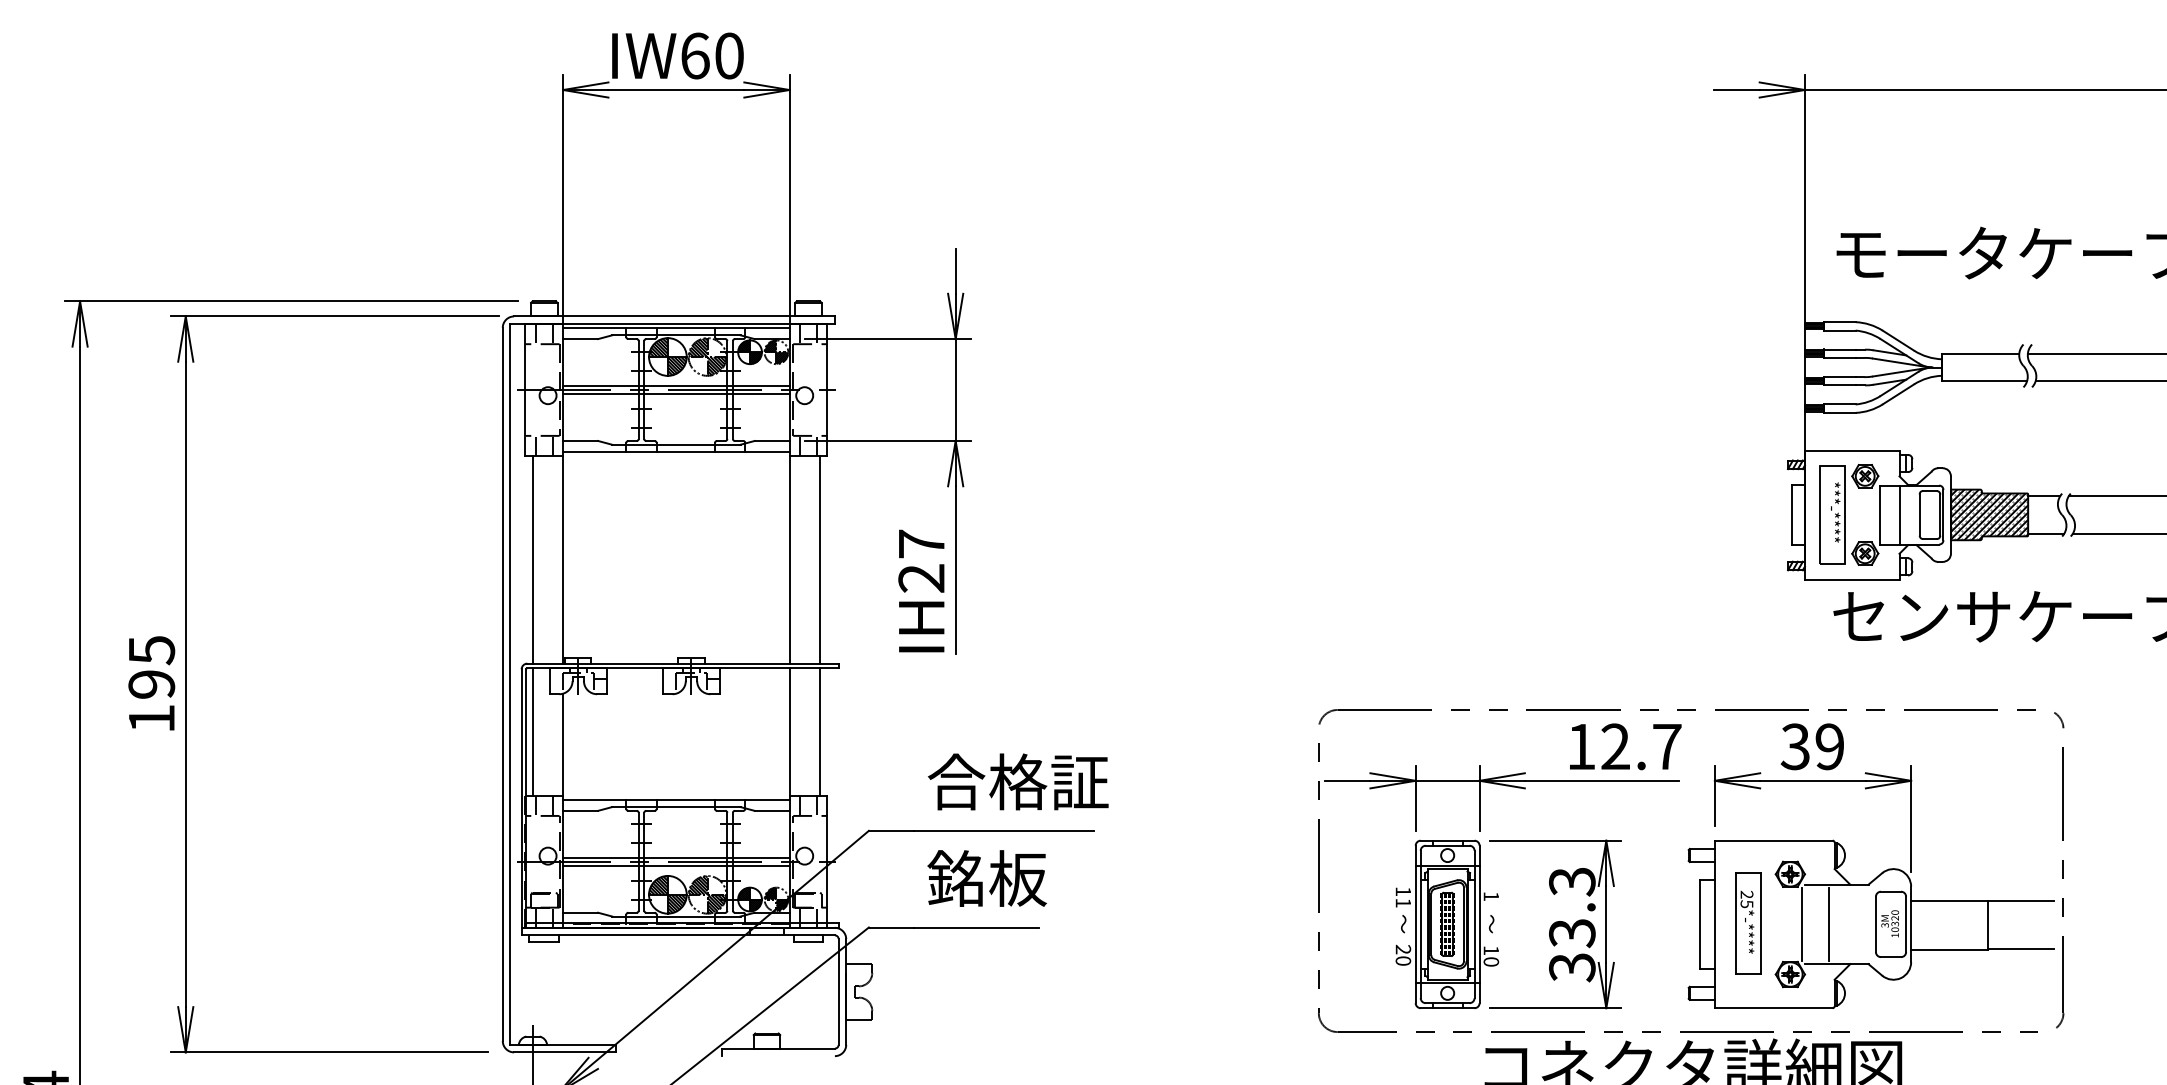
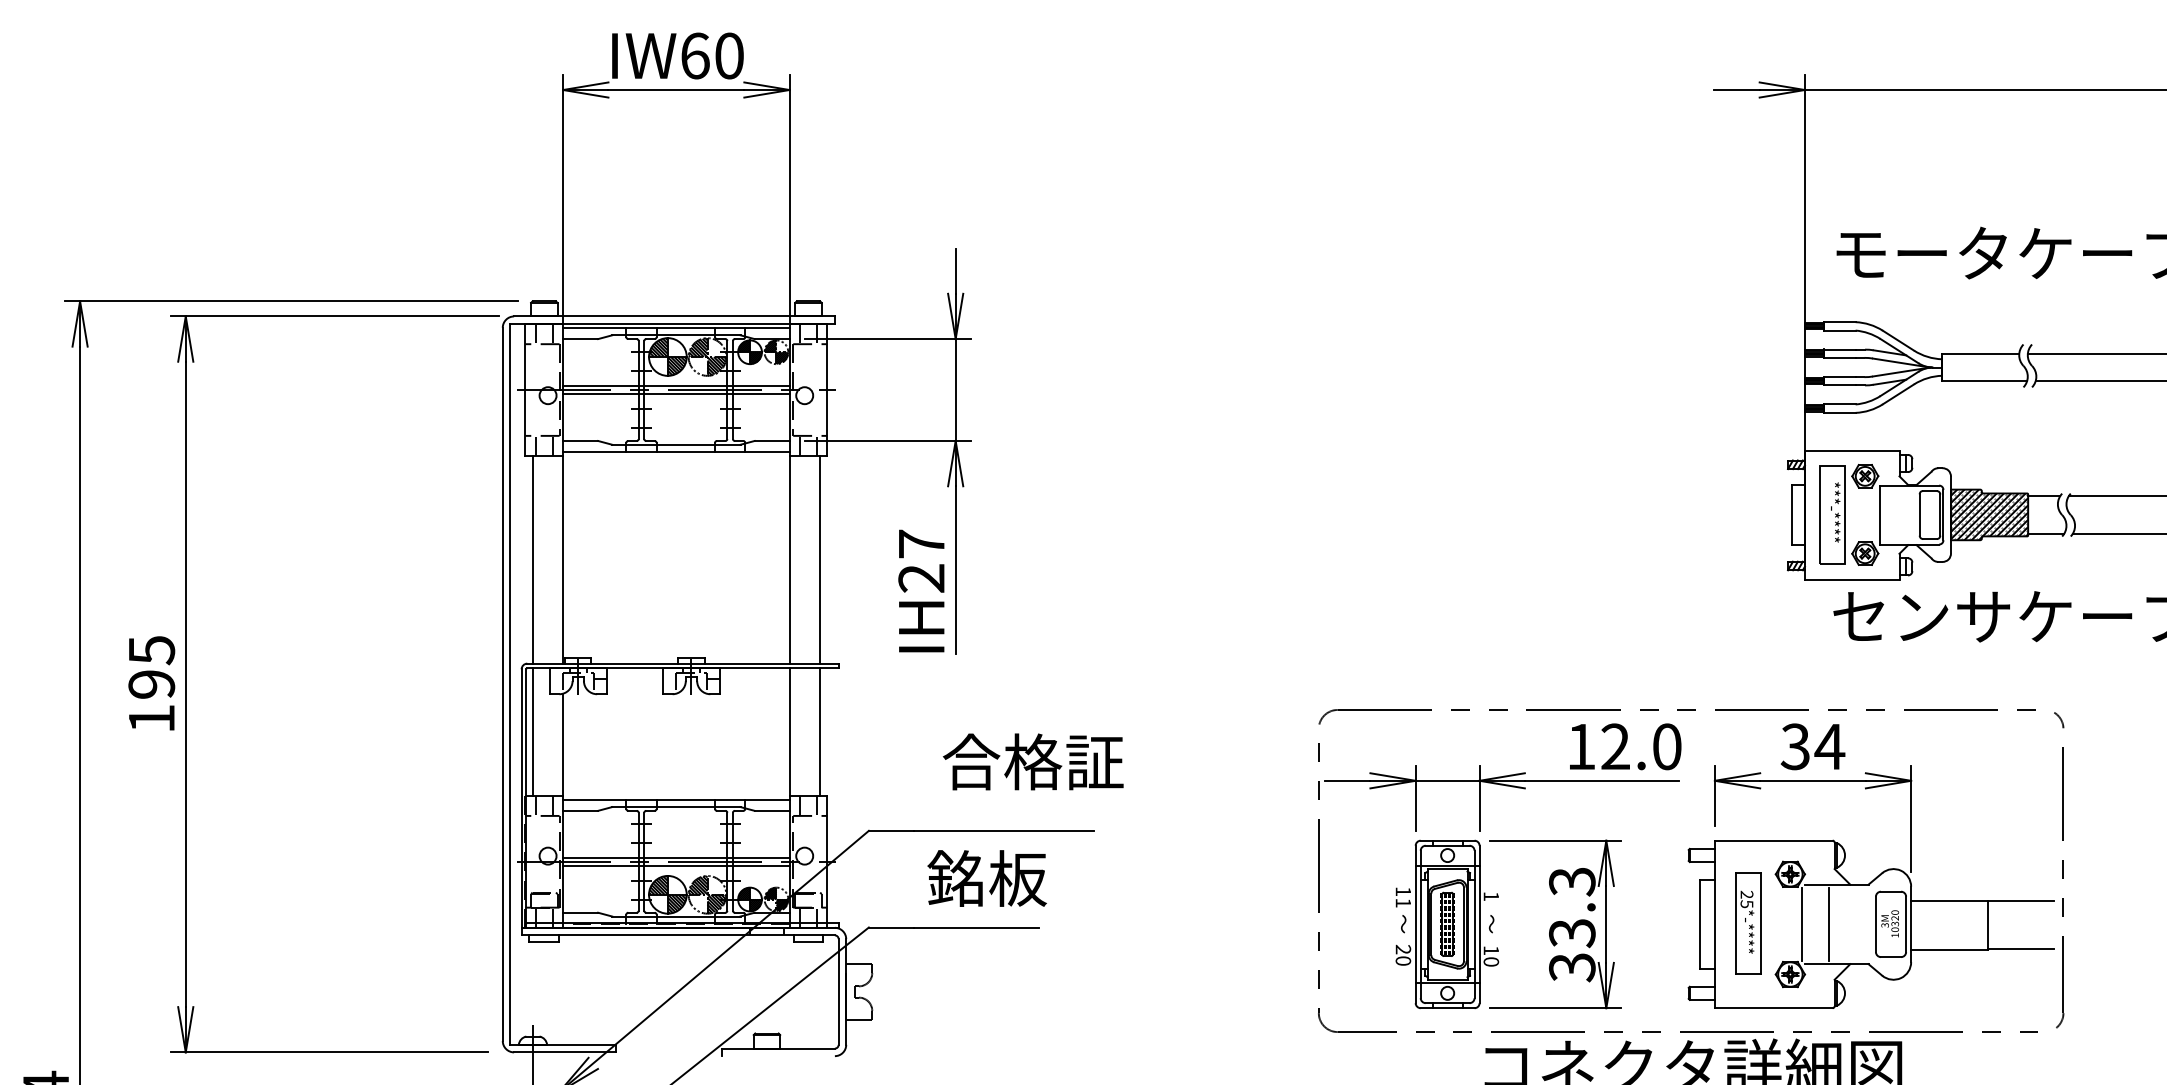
line at (1899, 514): present -> none
text at (1667, 746): 12.7 -> 12.0
text at (1829, 746): 39 -> 34
text at (1018, 781) position: (1018, 781) -> (1033, 761)
